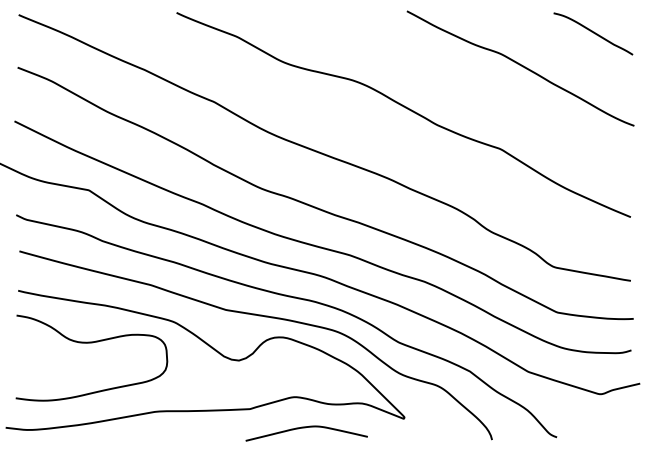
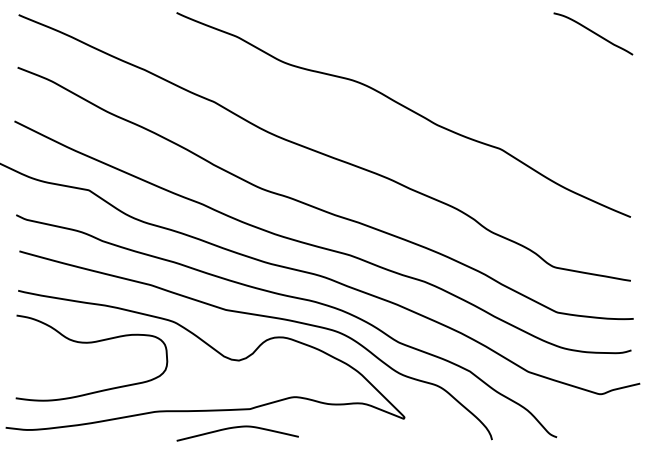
curve at (521, 66): present -> none
curve at (305, 428) position: (305, 428) -> (236, 428)
